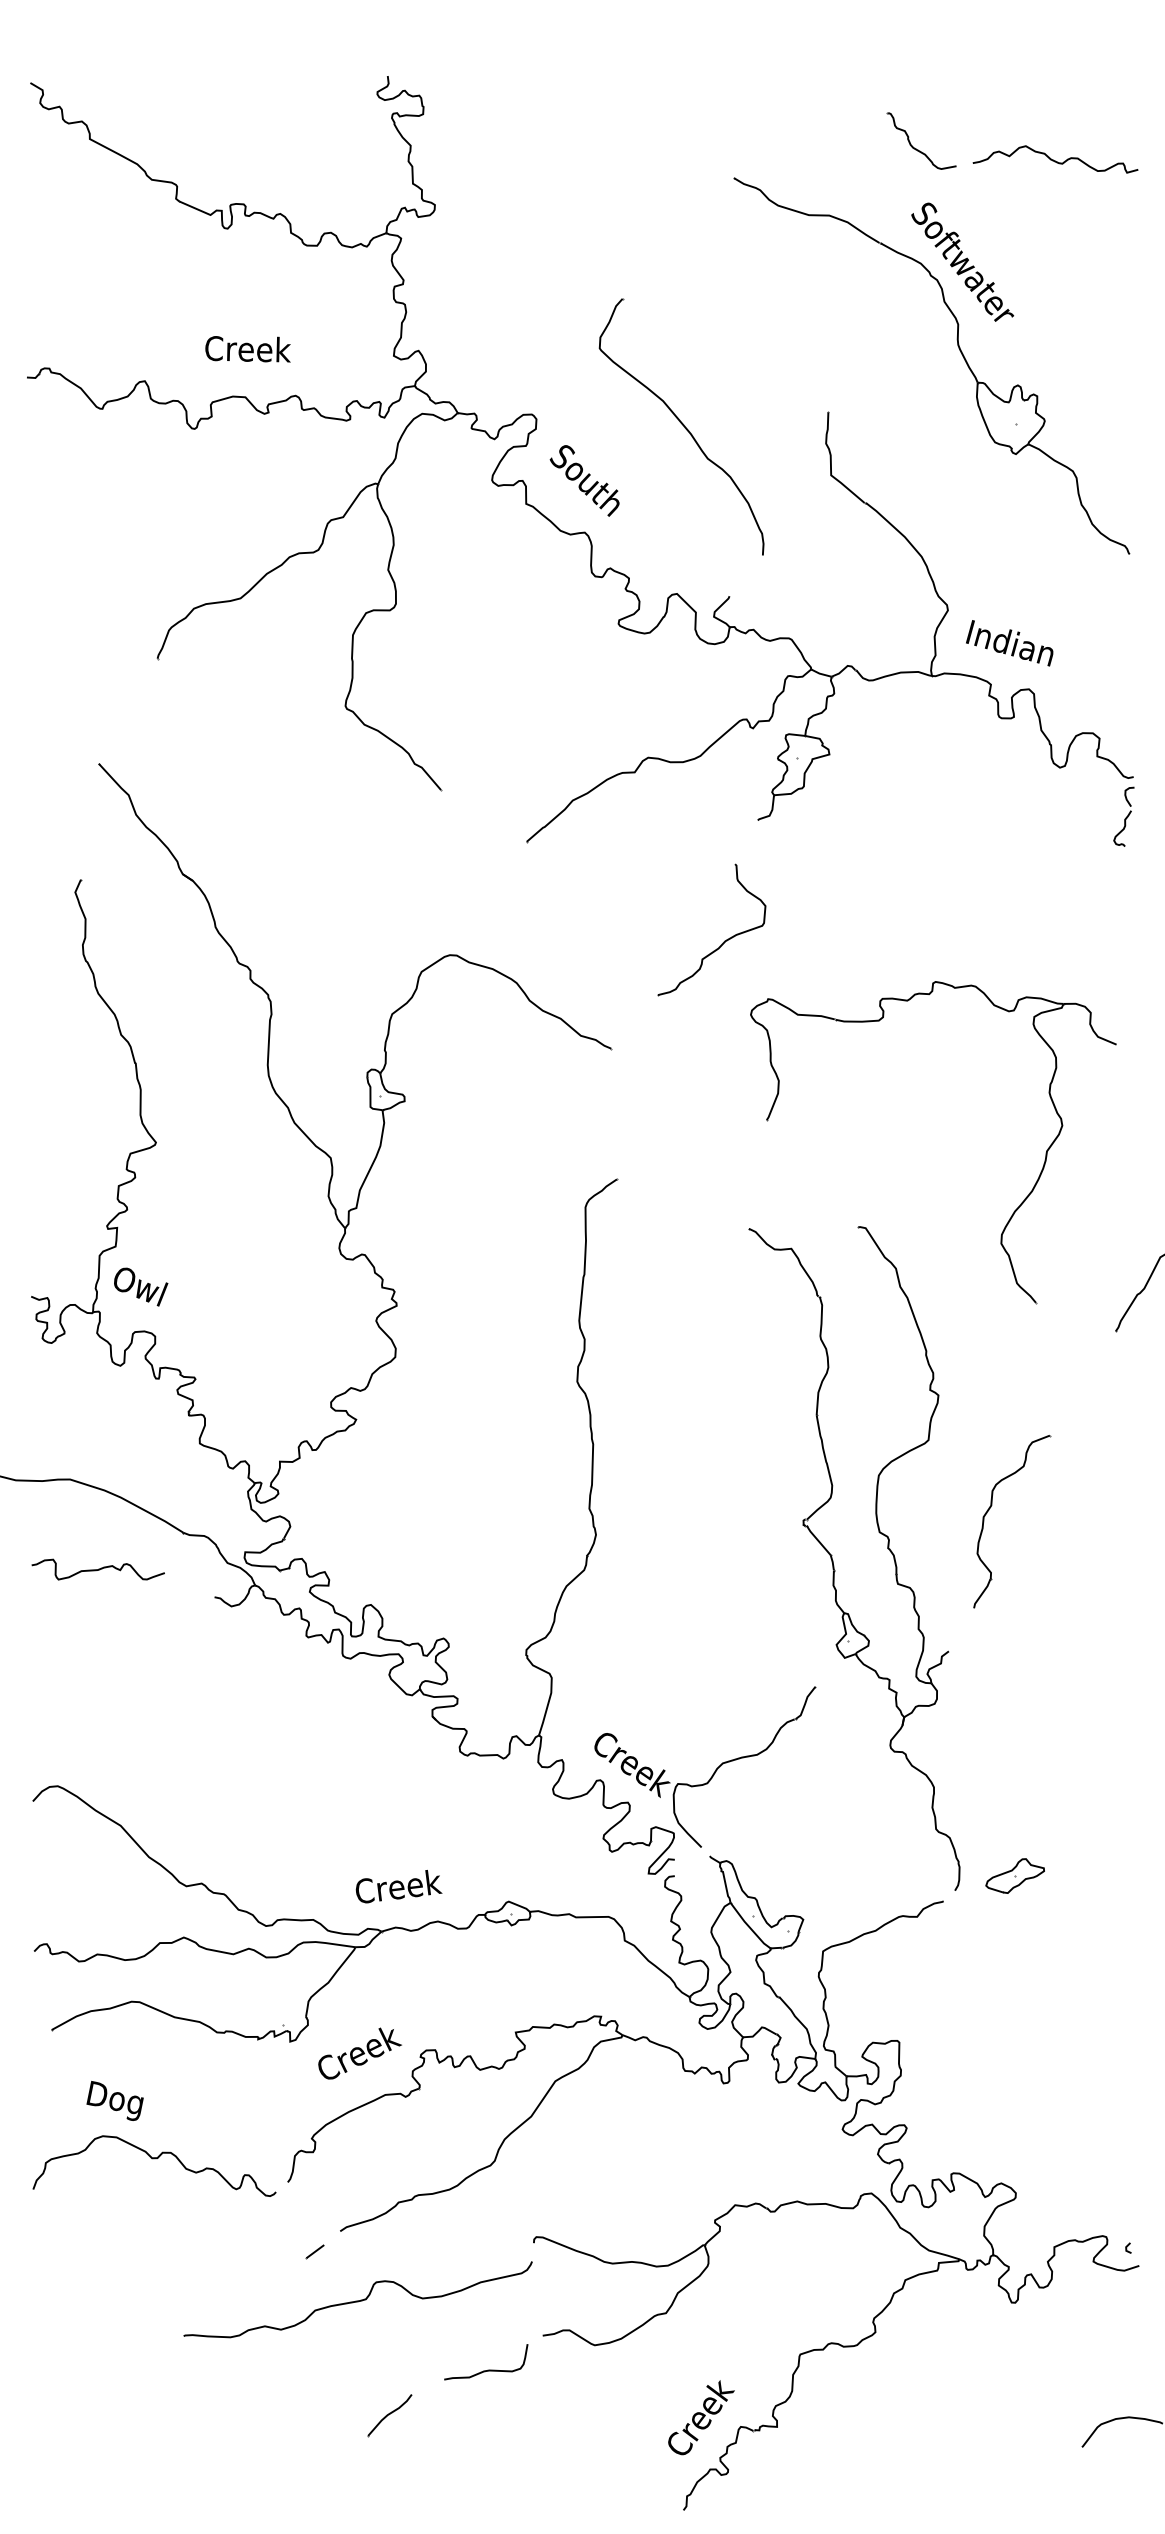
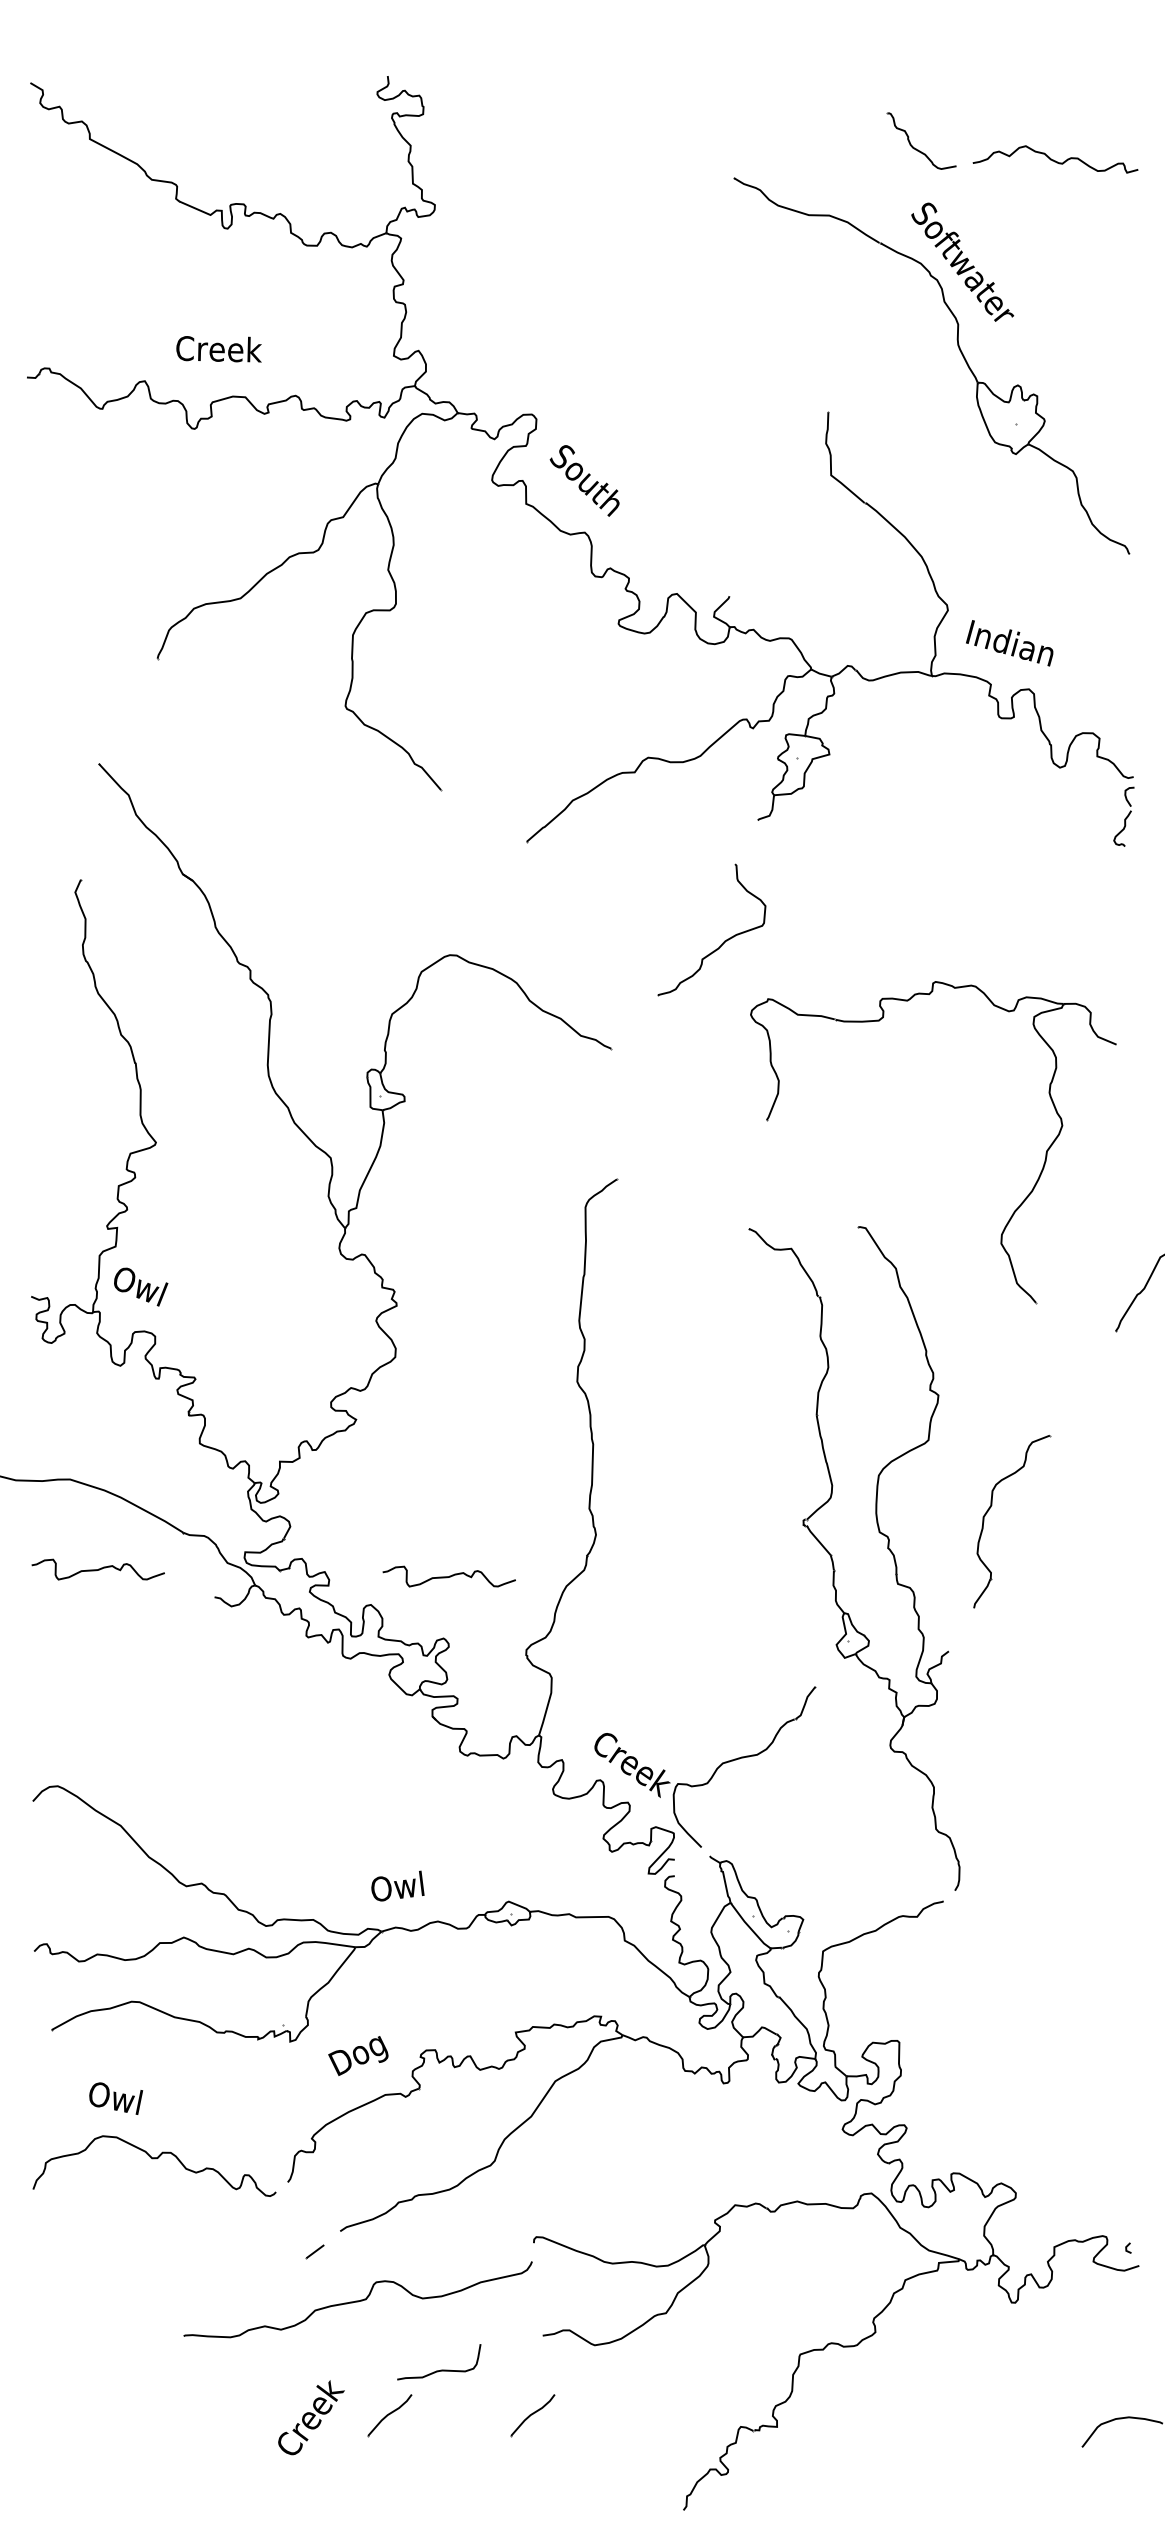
text at (247, 349) position: (247, 349) -> (218, 349)
part at (681, 426): present -> none
curve at (448, 1576): none -> present
part at (1014, 1875): present -> none
text at (398, 1886): Creek -> Owl
text at (360, 2053): Creek -> Dog
text at (114, 2100): Dog -> Owl
curve at (487, 2369) position: (487, 2369) -> (440, 2369)
part at (532, 2415): none -> present
text at (701, 2417) position: (701, 2417) -> (311, 2417)
